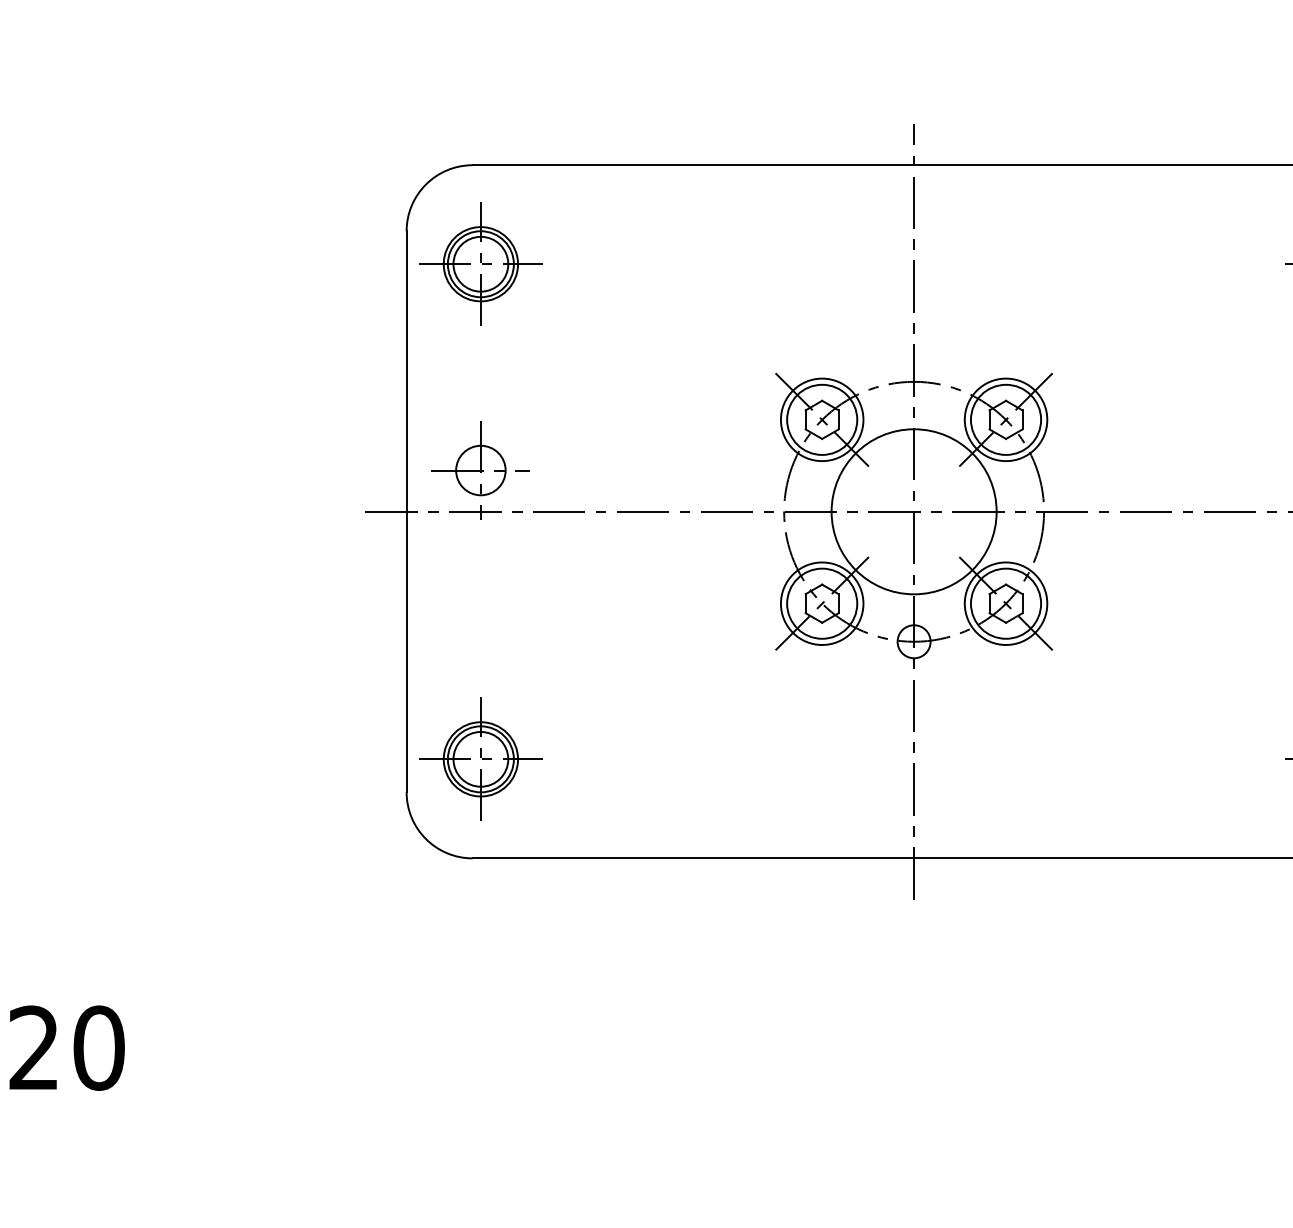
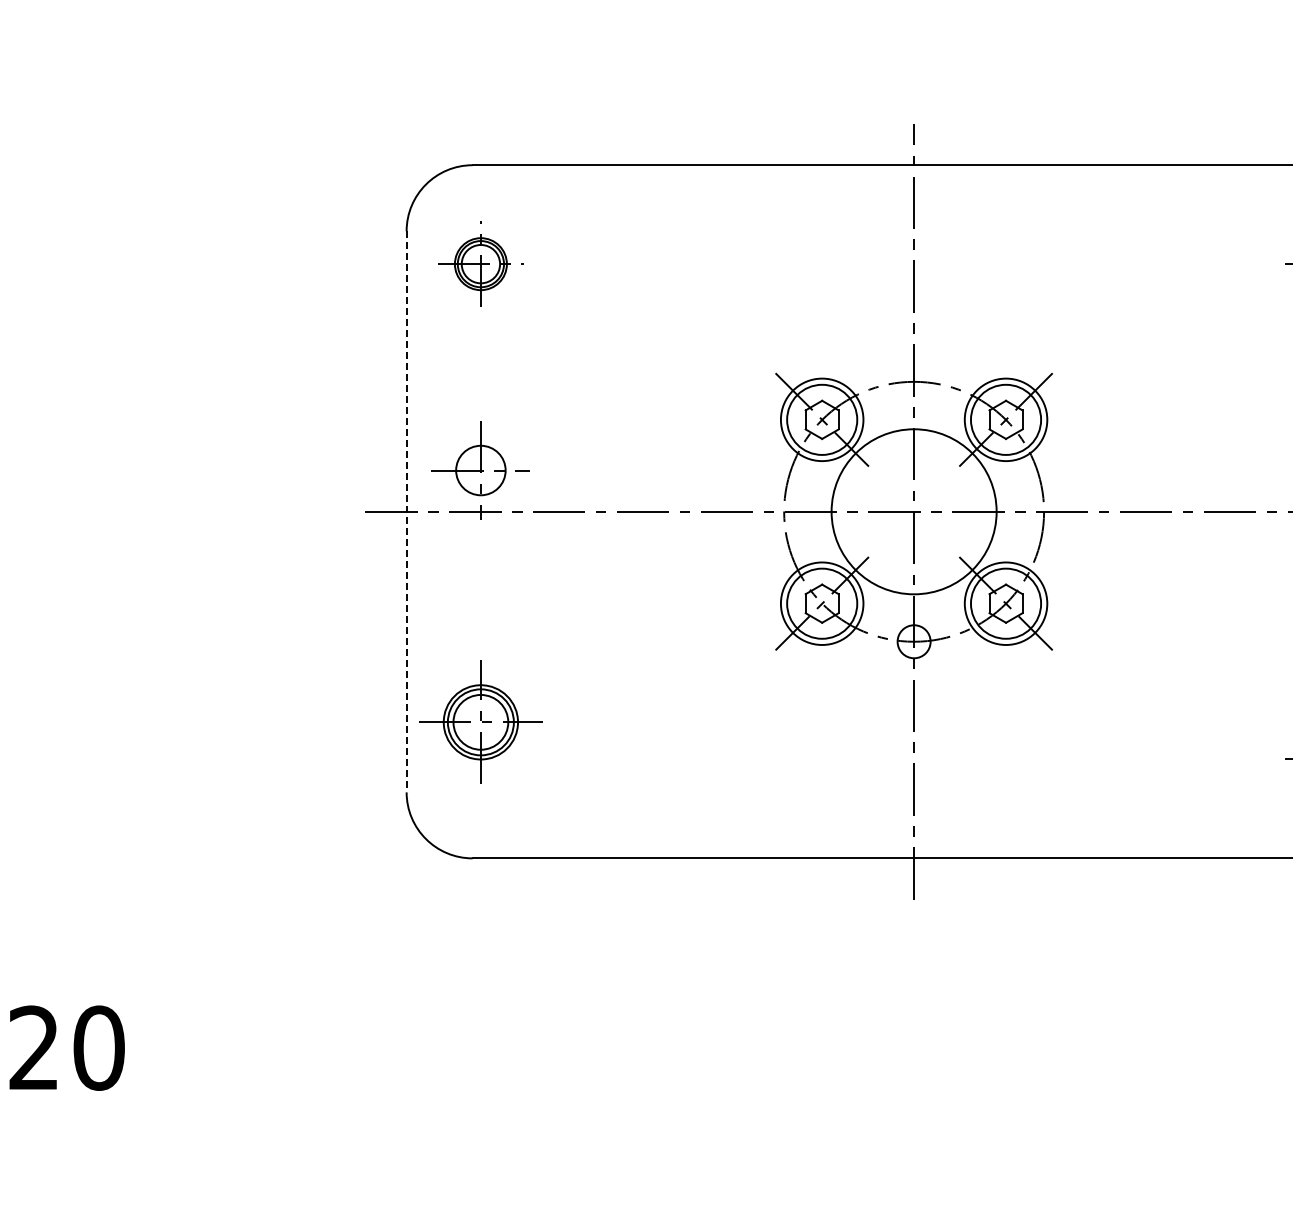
part at (480, 263) size: 124x124 px -> 86x86 px
line at (406, 511): solid -> dashed
part at (480, 758) position: (480, 758) -> (480, 721)
